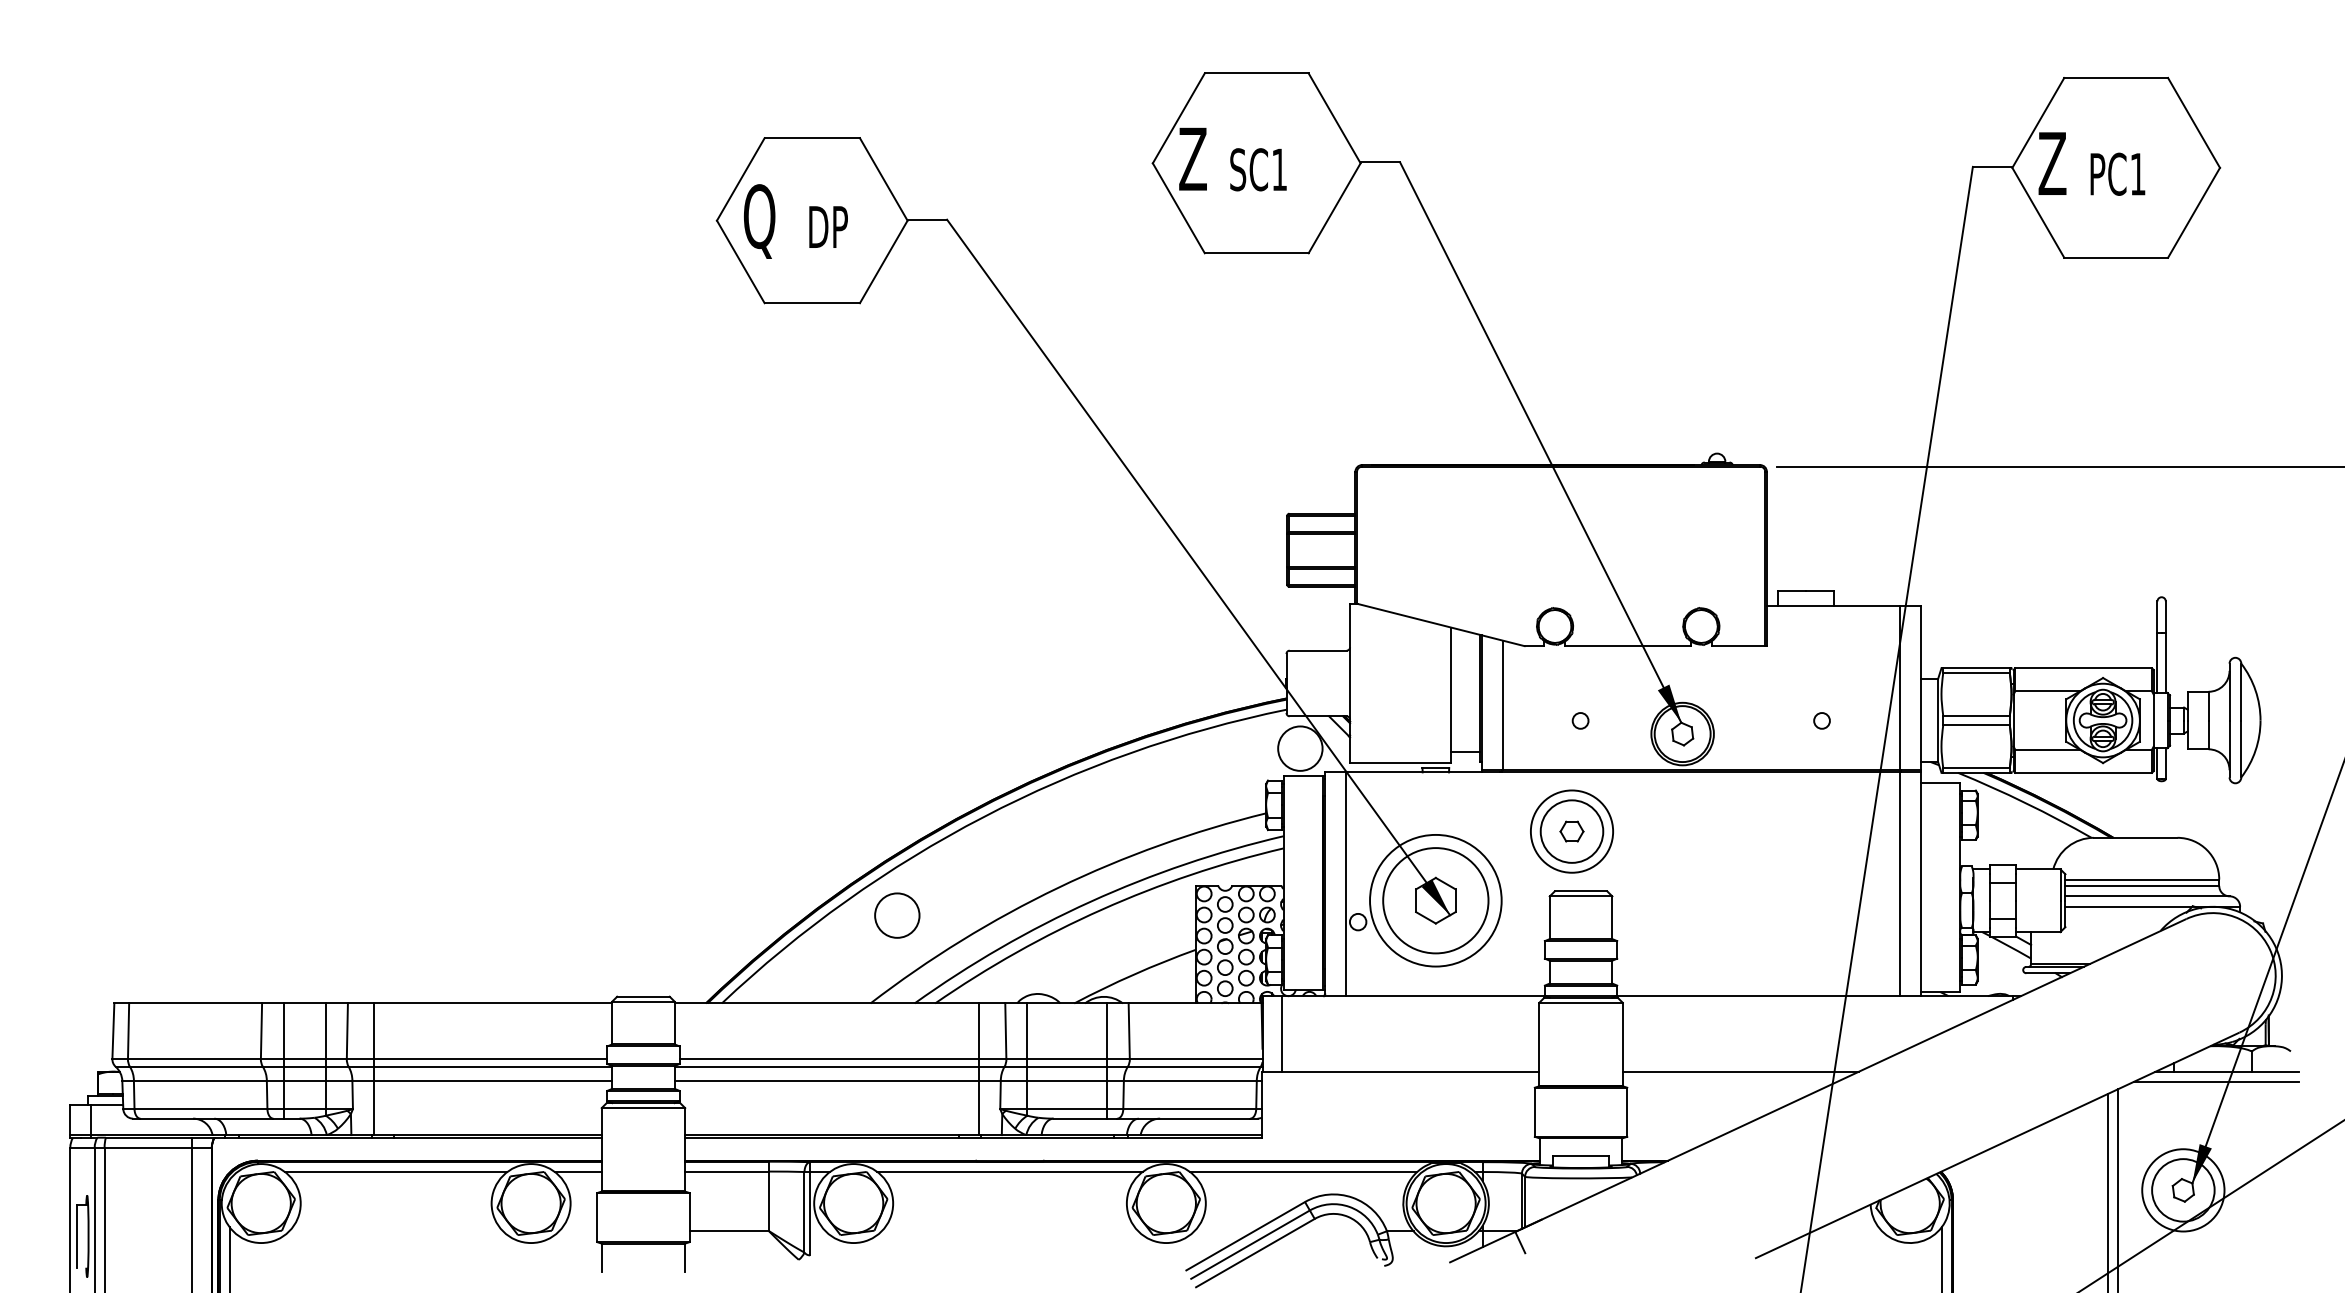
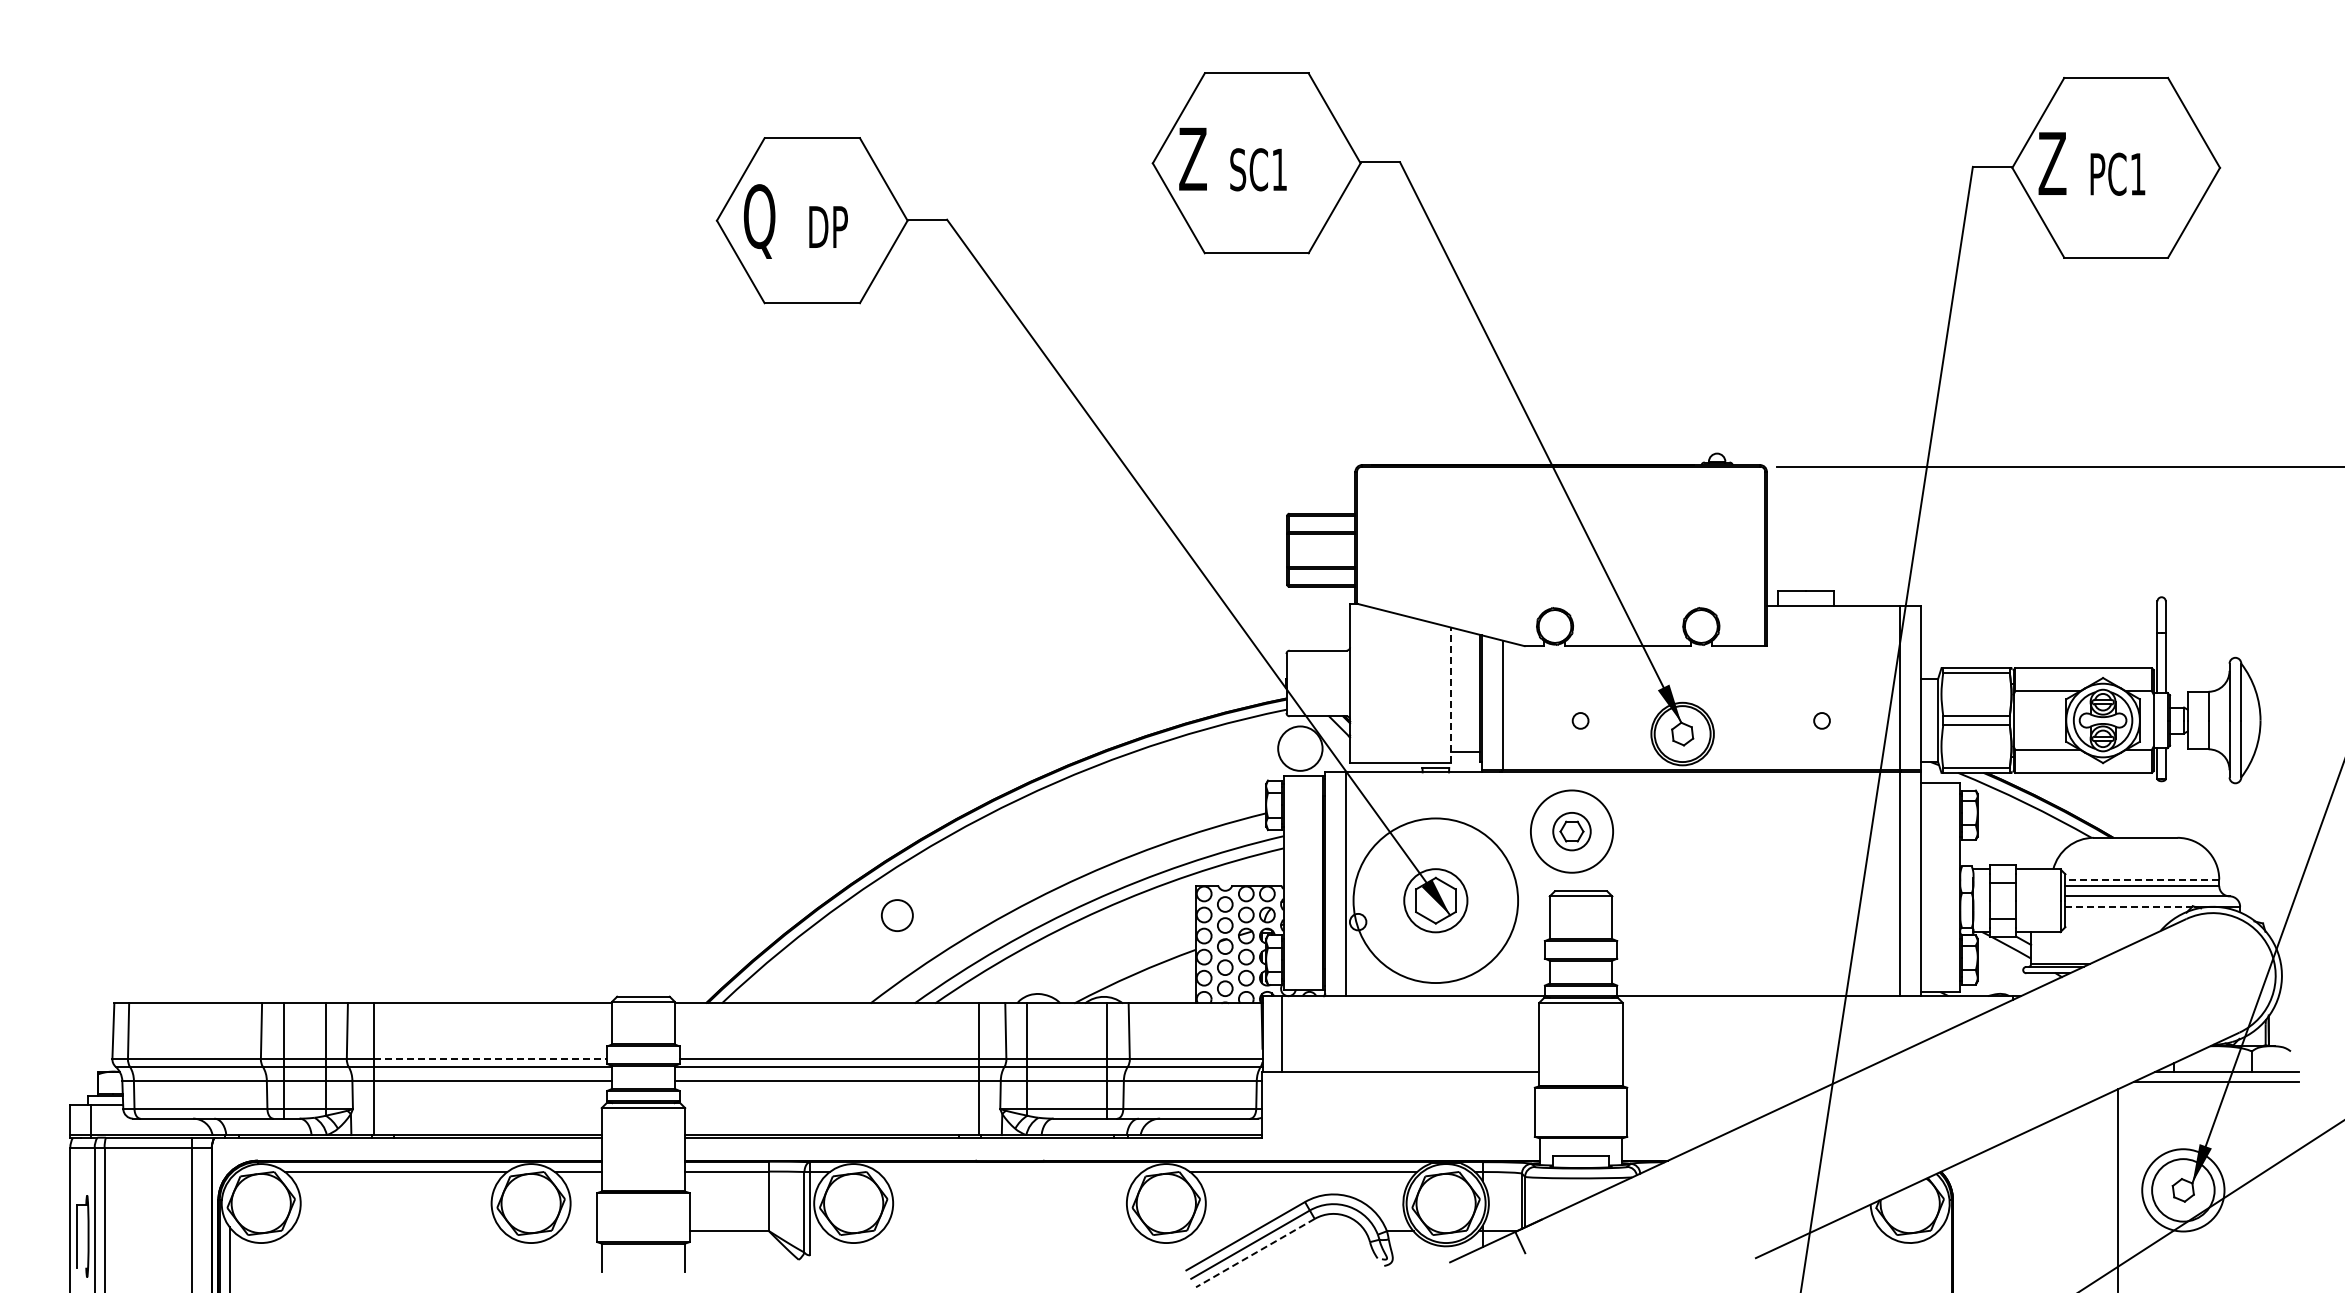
line at (1451, 695): solid -> dashed
circle at (1571, 831) diameter: 63 px -> 38 px
line at (2142, 879): solid -> dashed
circle at (1435, 900) diameter: 105 px -> 63 px
circle at (1435, 900) diameter: 132 px -> 165 px
line at (2129, 906): solid -> dashed
circle at (897, 915) size: 47x47 px -> 34x33 px
line at (490, 1059): solid -> dashed
line at (1740, 1071): present -> none
line at (1009, 1172): present -> none
line at (2107, 1191): present -> none
line at (1254, 1253): solid -> dashed
line at (1941, 1258): present -> none
